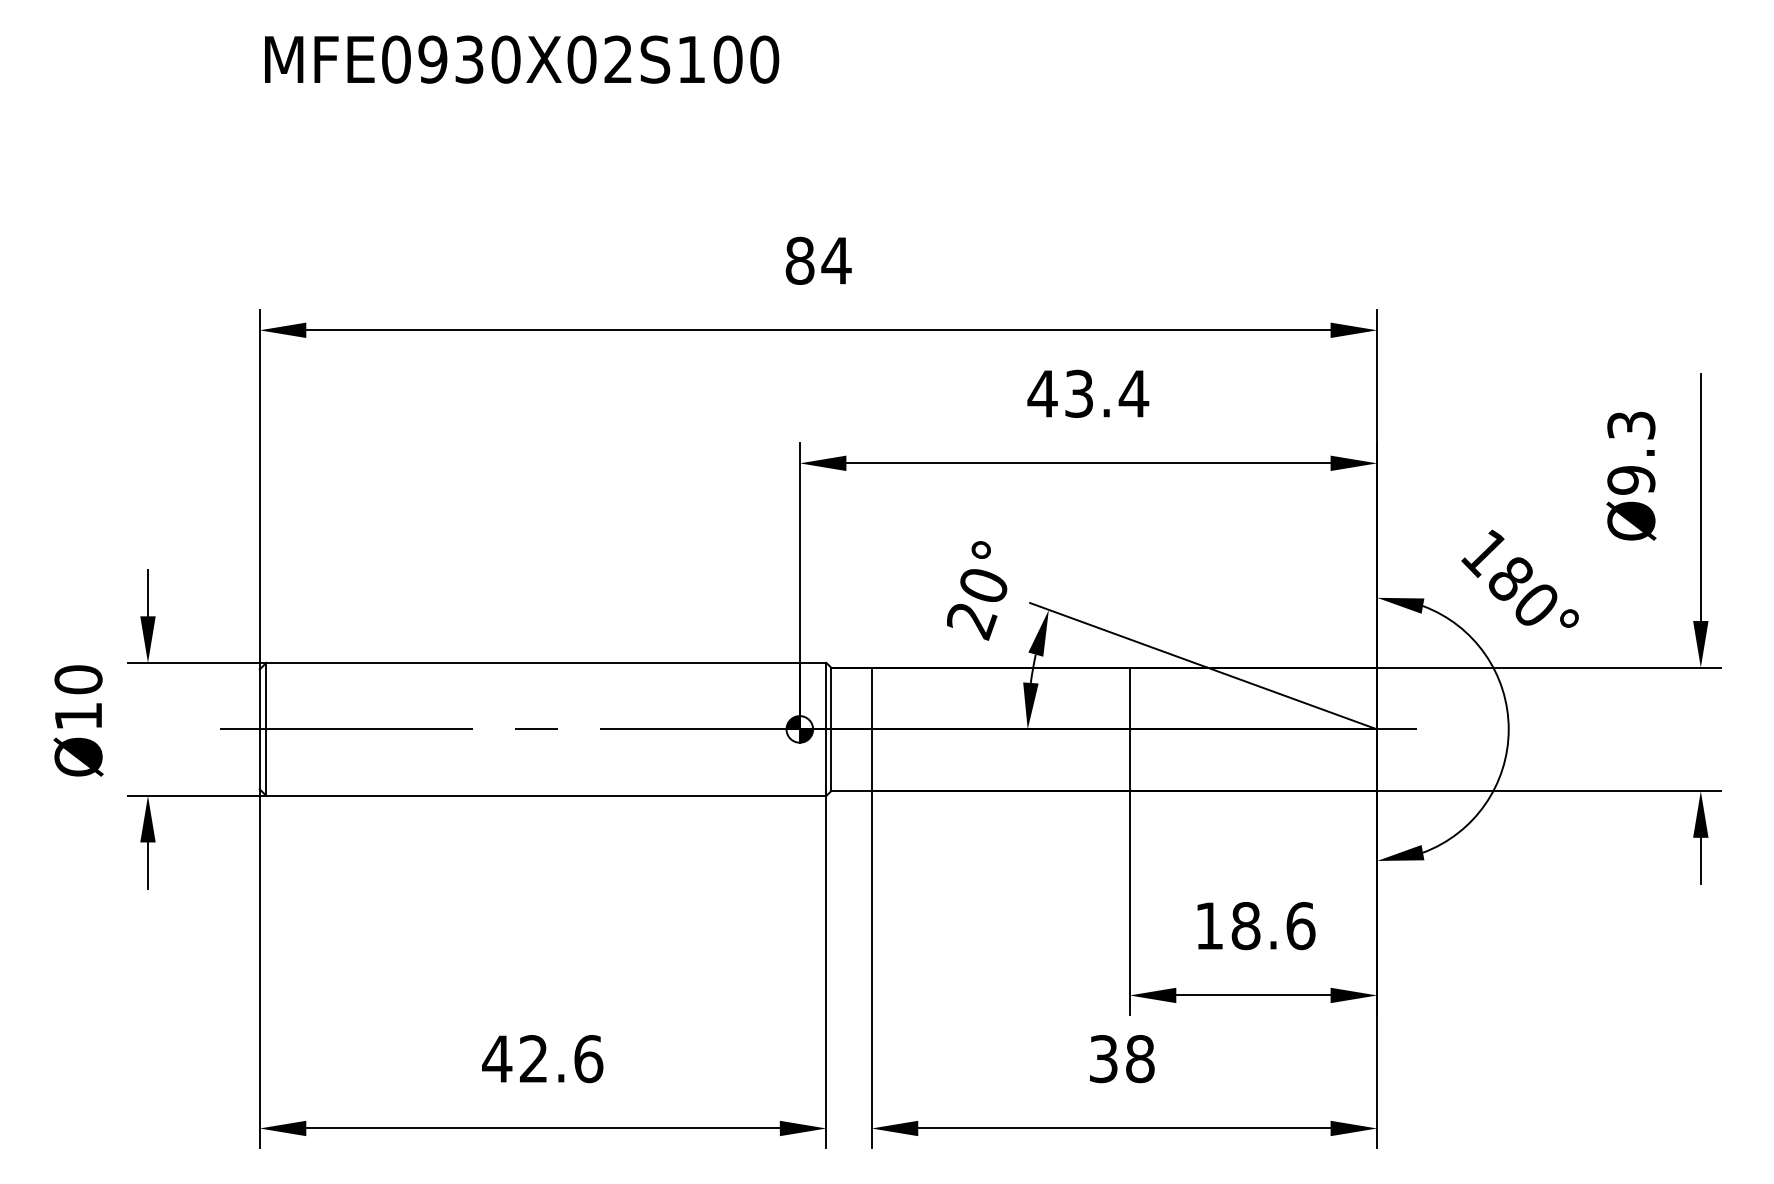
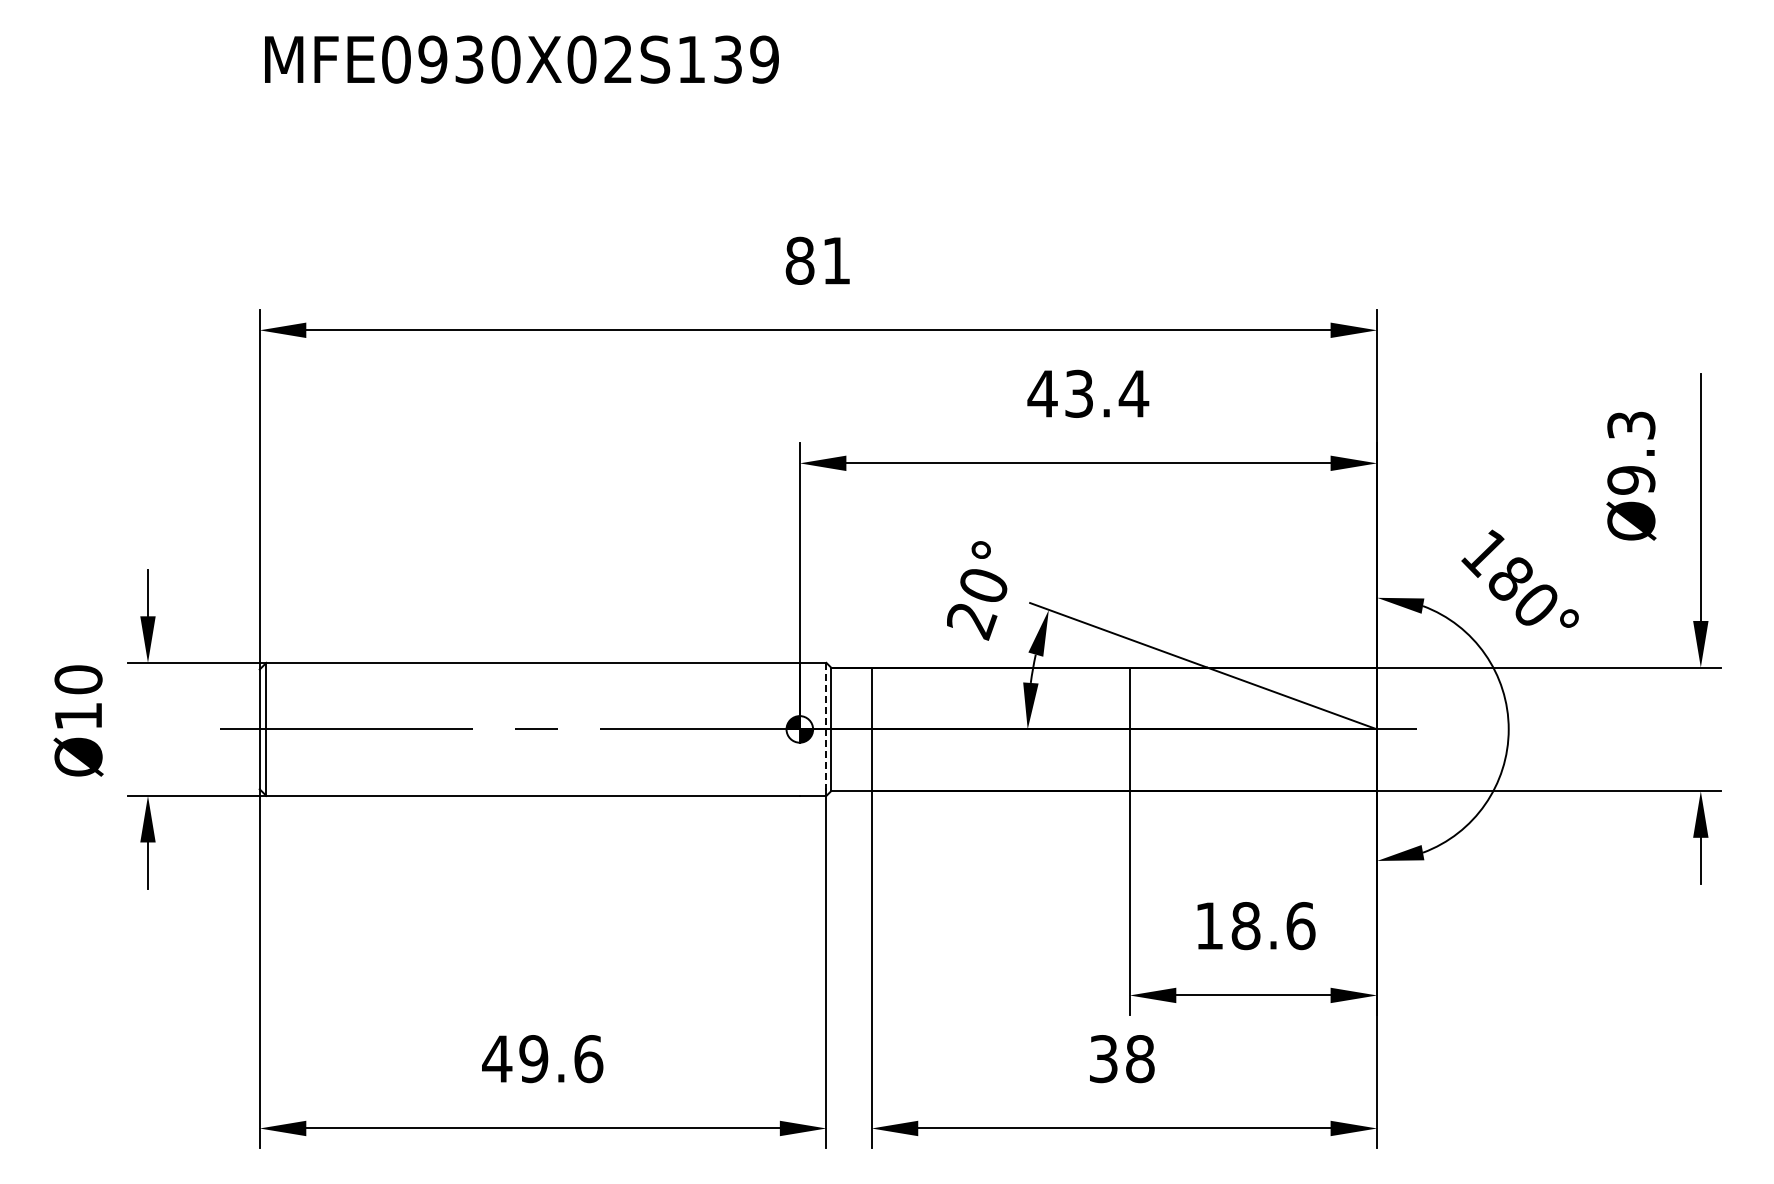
text at (746, 59): MFE0930X02S100 -> MFE0930X02S139
text at (836, 260): 84 -> 81
line at (826, 729): solid -> dashed
text at (533, 1059): 42.6 -> 49.6
